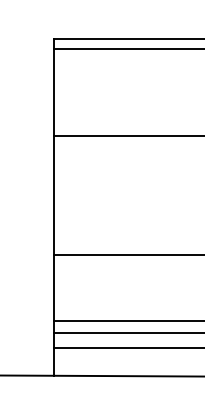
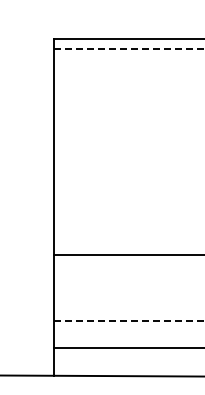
line at (129, 49): solid -> dashed
line at (127, 135): present -> none
line at (129, 321): solid -> dashed
line at (127, 332): present -> none
